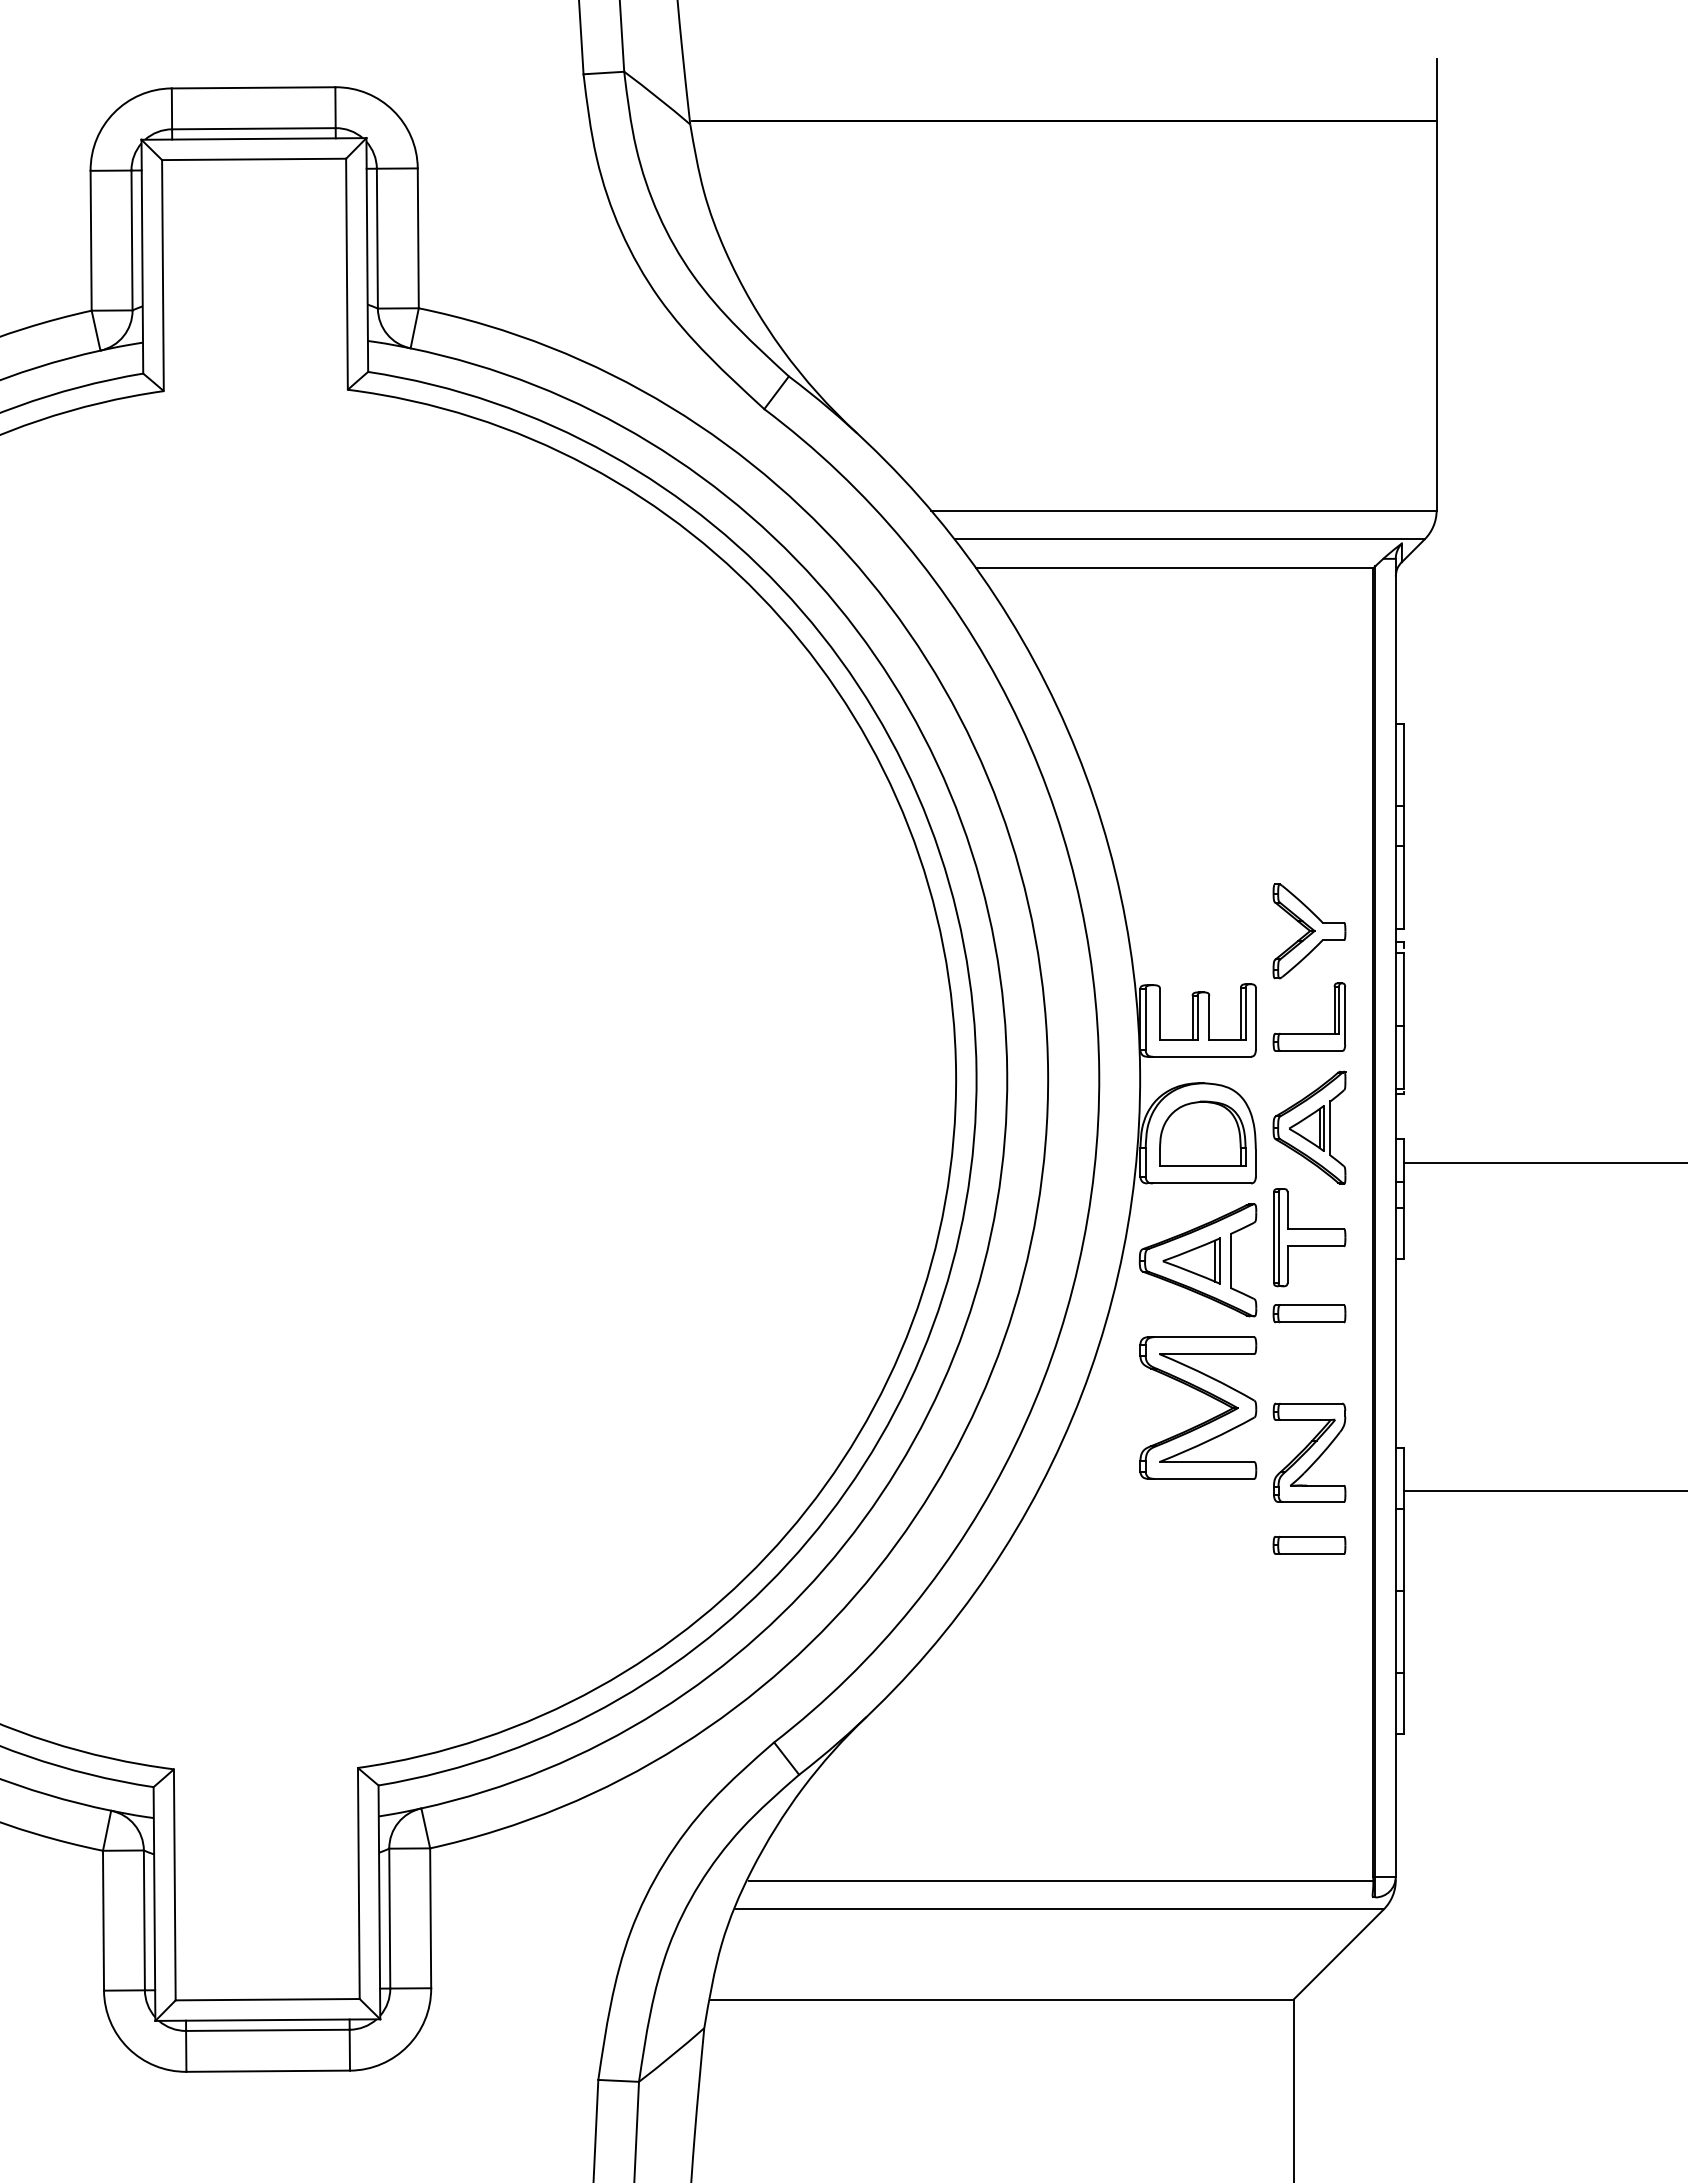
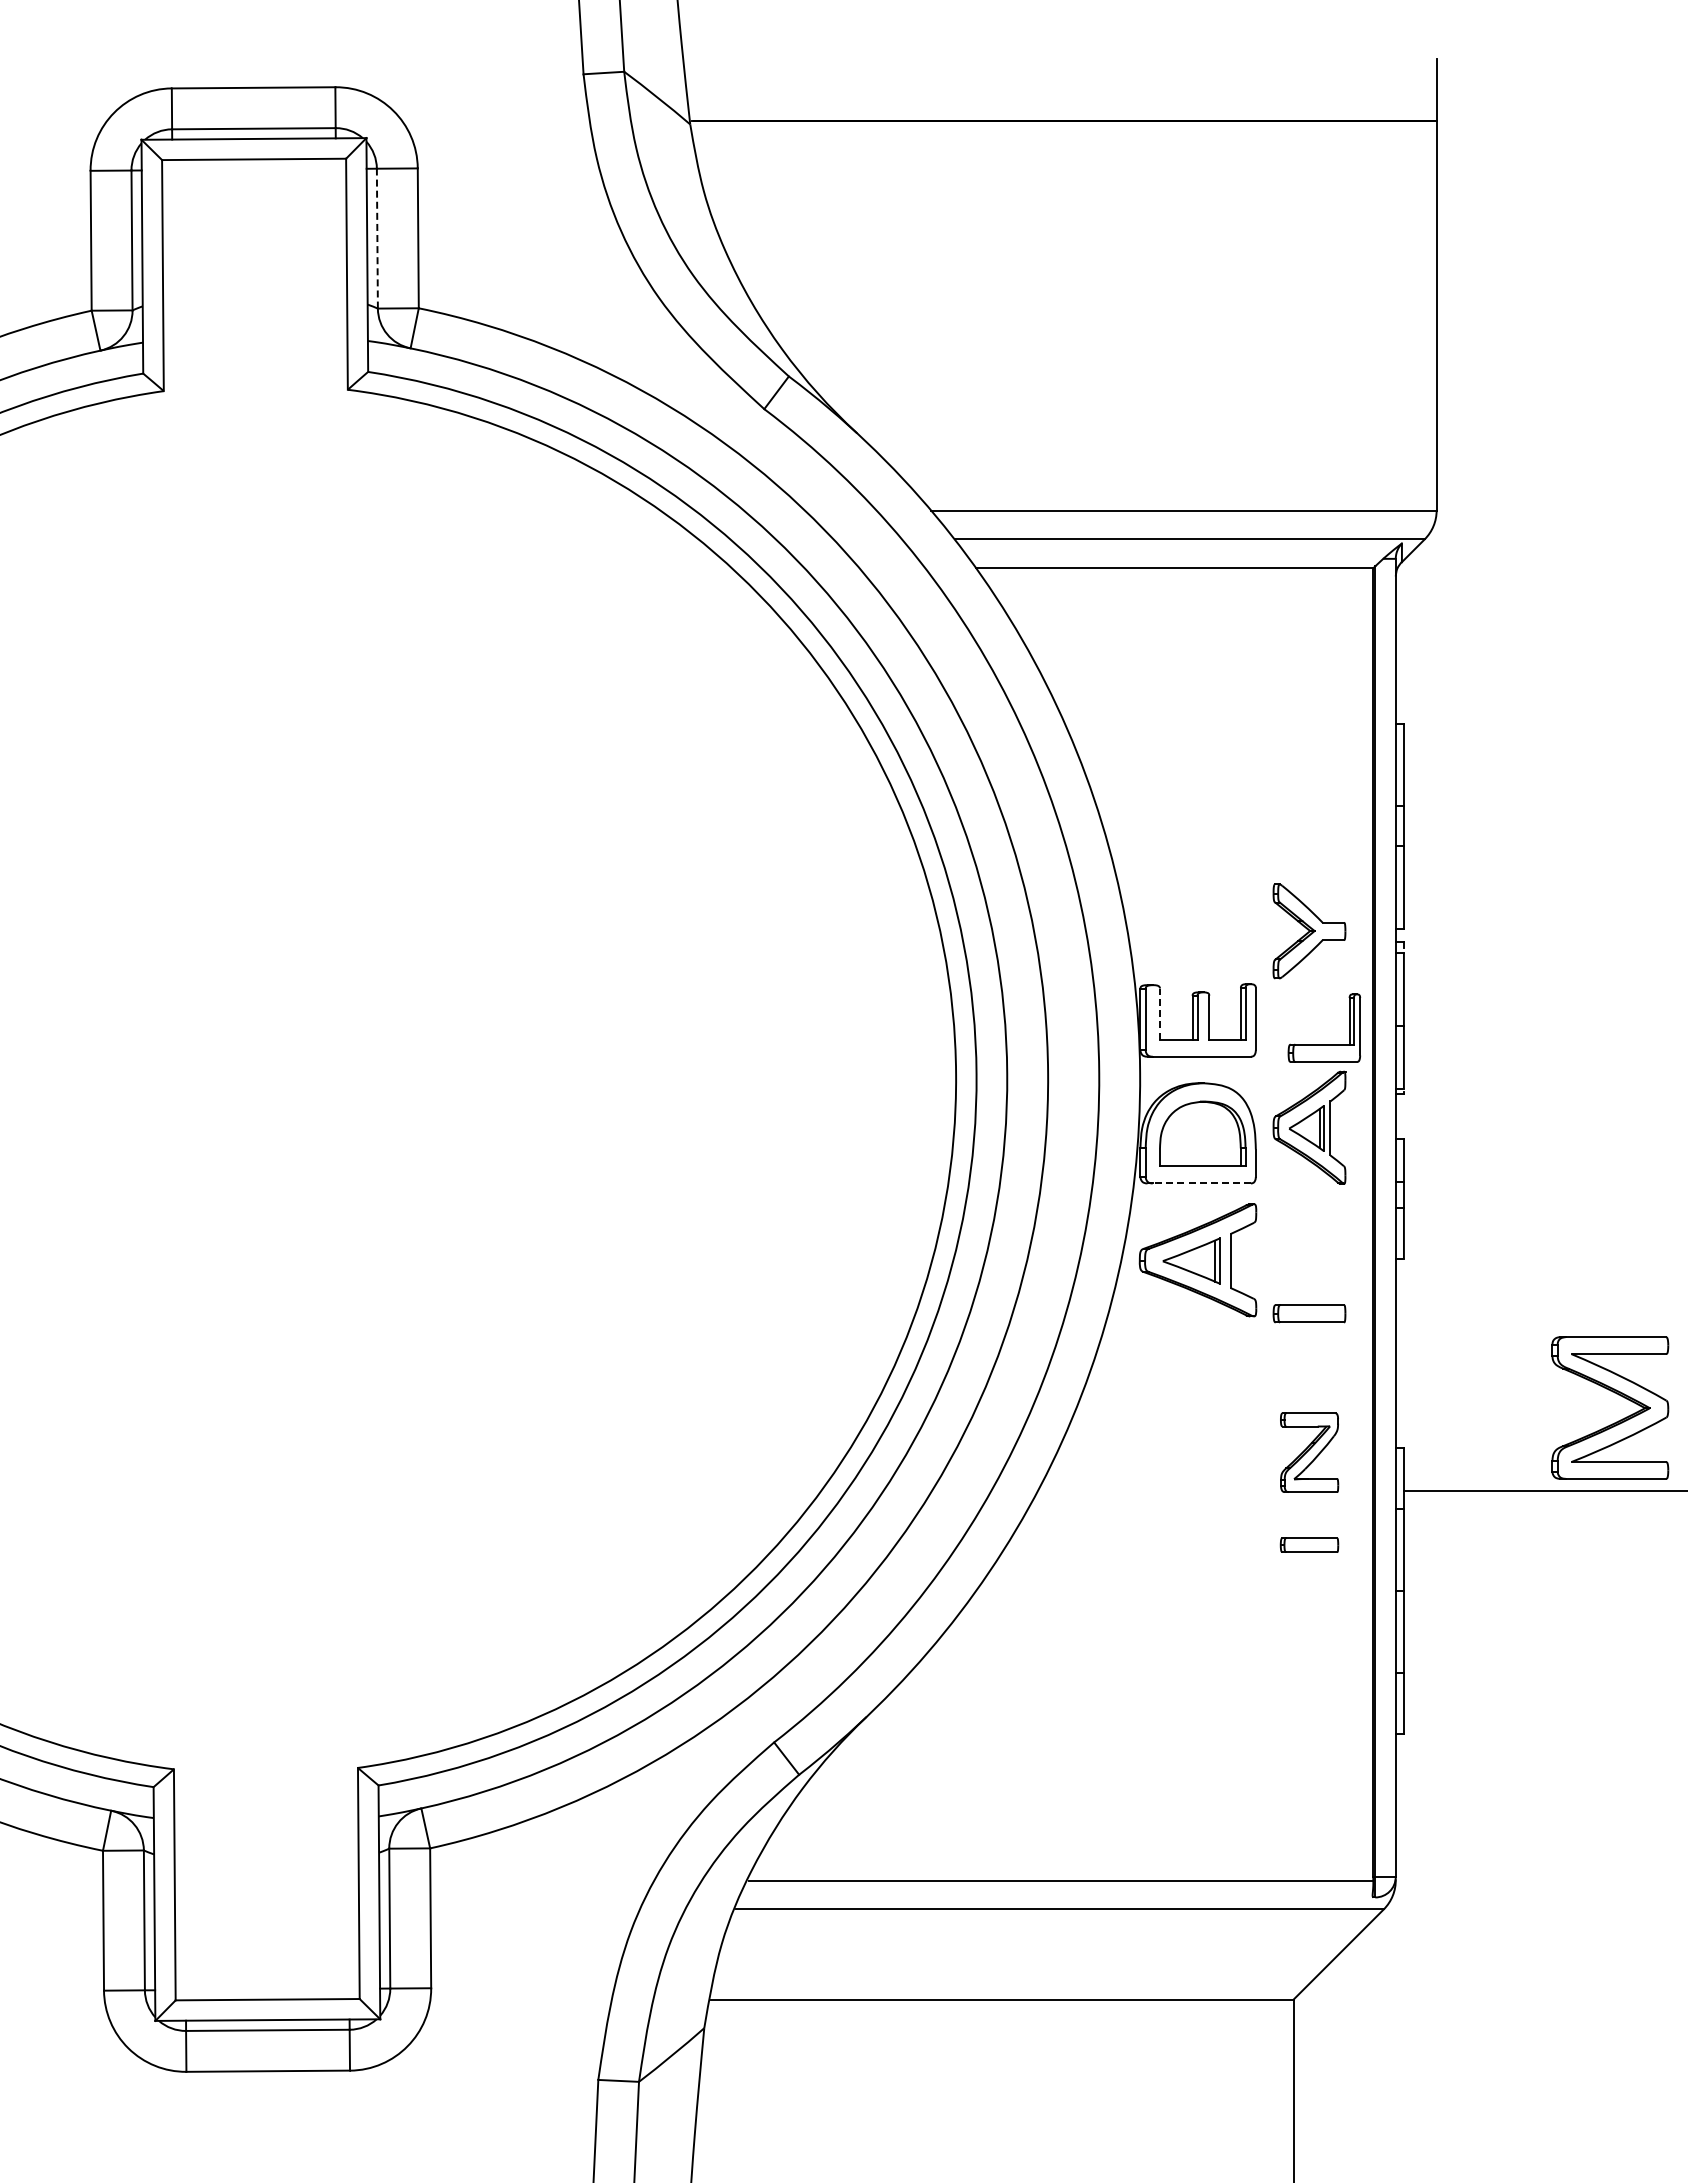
line at (377, 238): solid -> dashed
line at (1159, 1013): solid -> dashed
part at (1309, 1033) position: (1309, 1033) -> (1324, 1044)
line at (1543, 1163): present -> none
line at (1201, 1183): solid -> dashed
part at (1309, 1237): present -> none
part at (1204, 1394) position: (1204, 1394) -> (1616, 1394)
part at (1309, 1452) size: 75x101 px -> 60x81 px
part at (1309, 1544) size: 75x20 px -> 61x16 px
